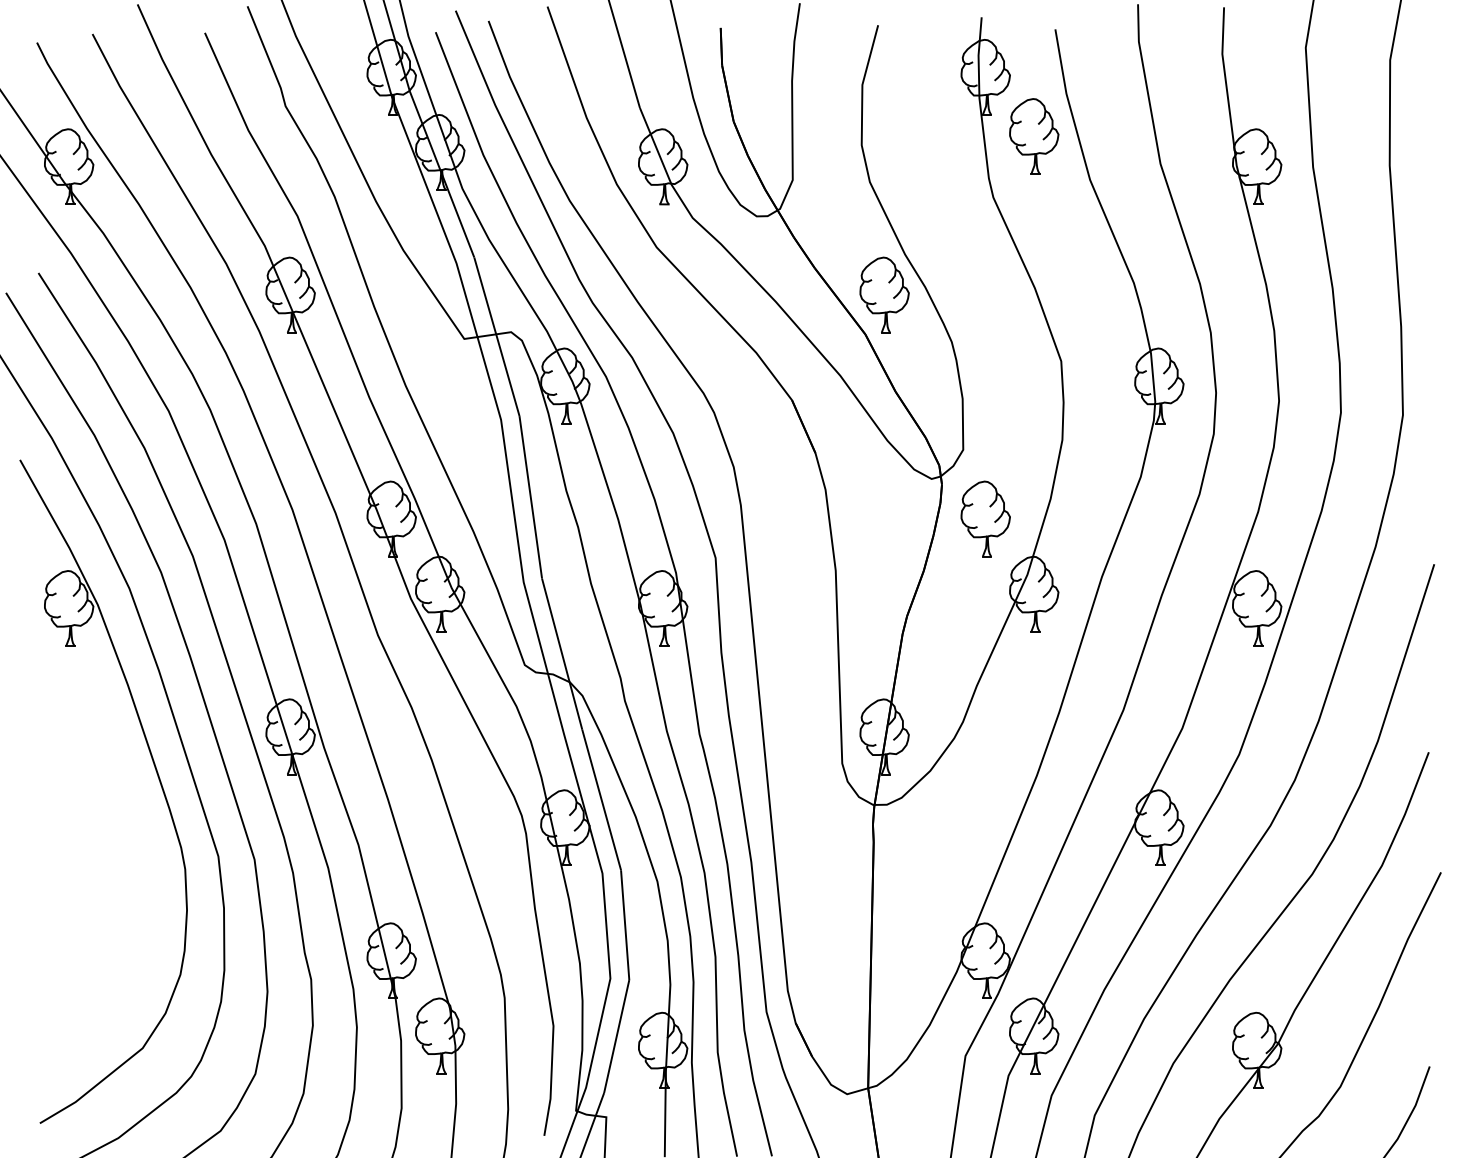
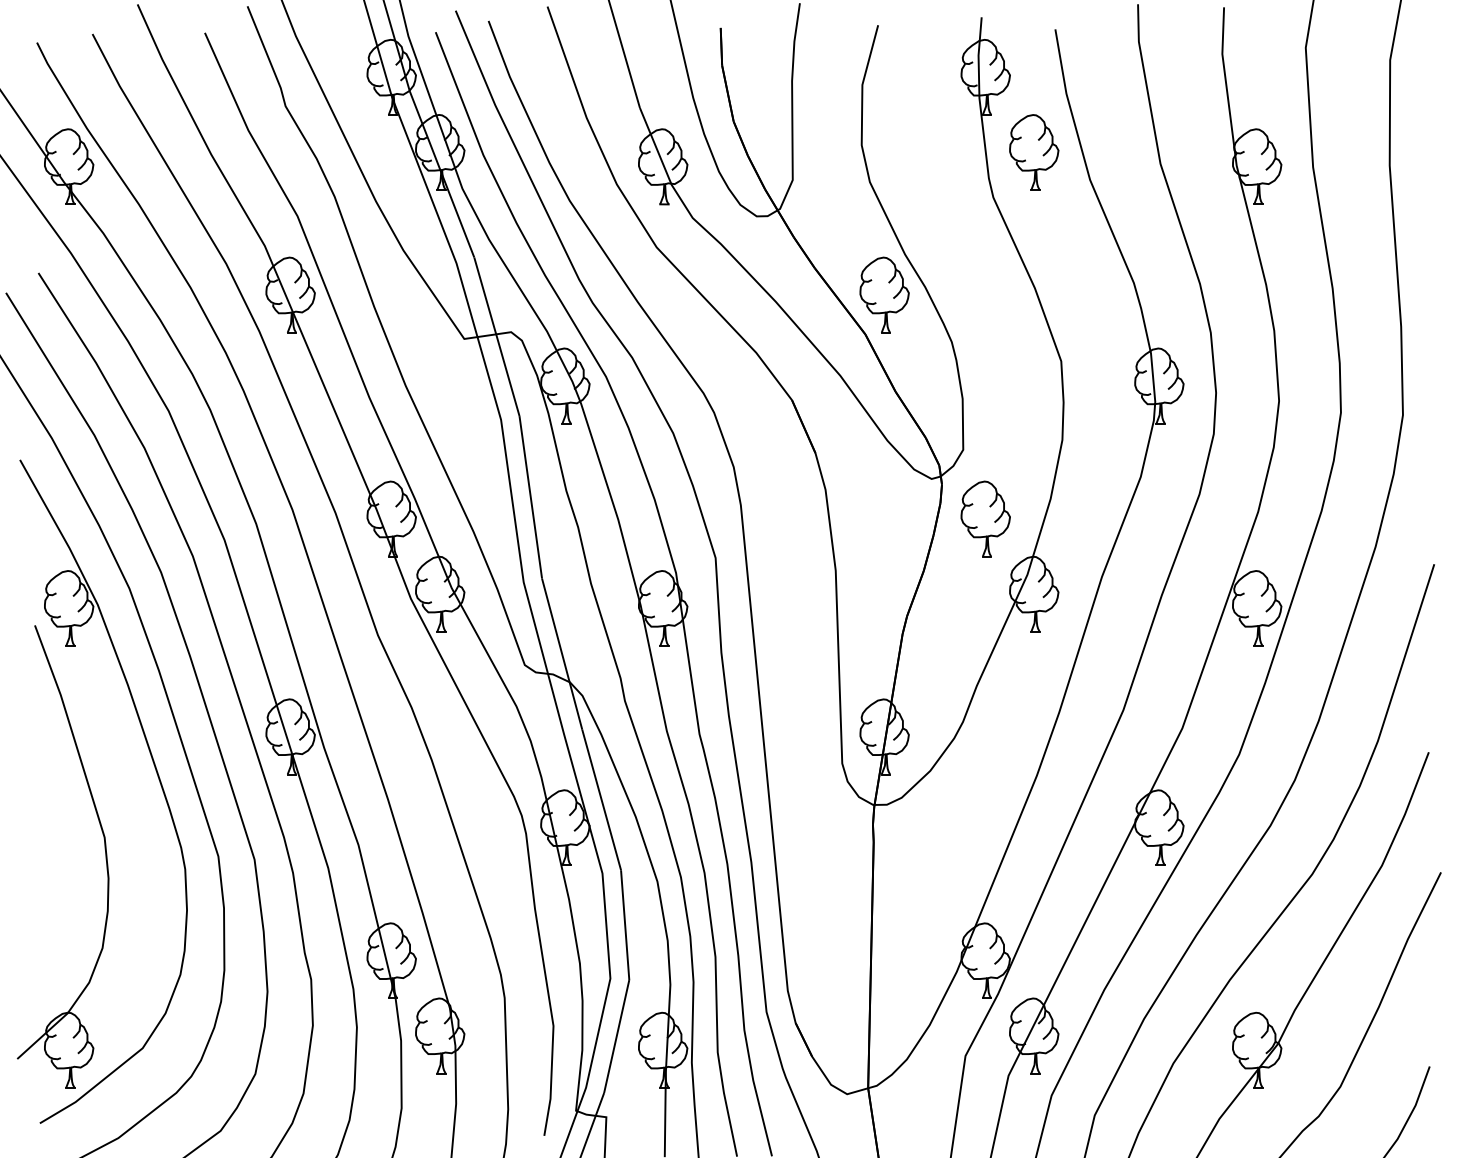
part at (1034, 136) position: (1034, 136) -> (1034, 152)
part at (104, 849): none -> present
